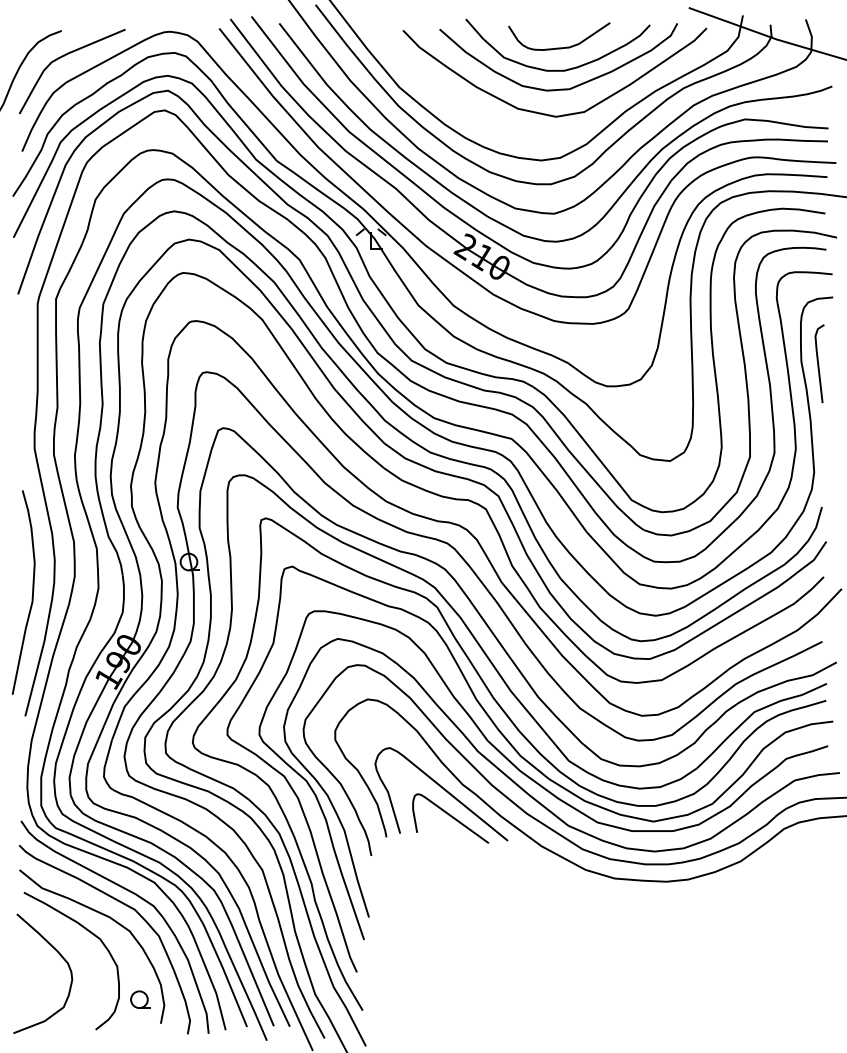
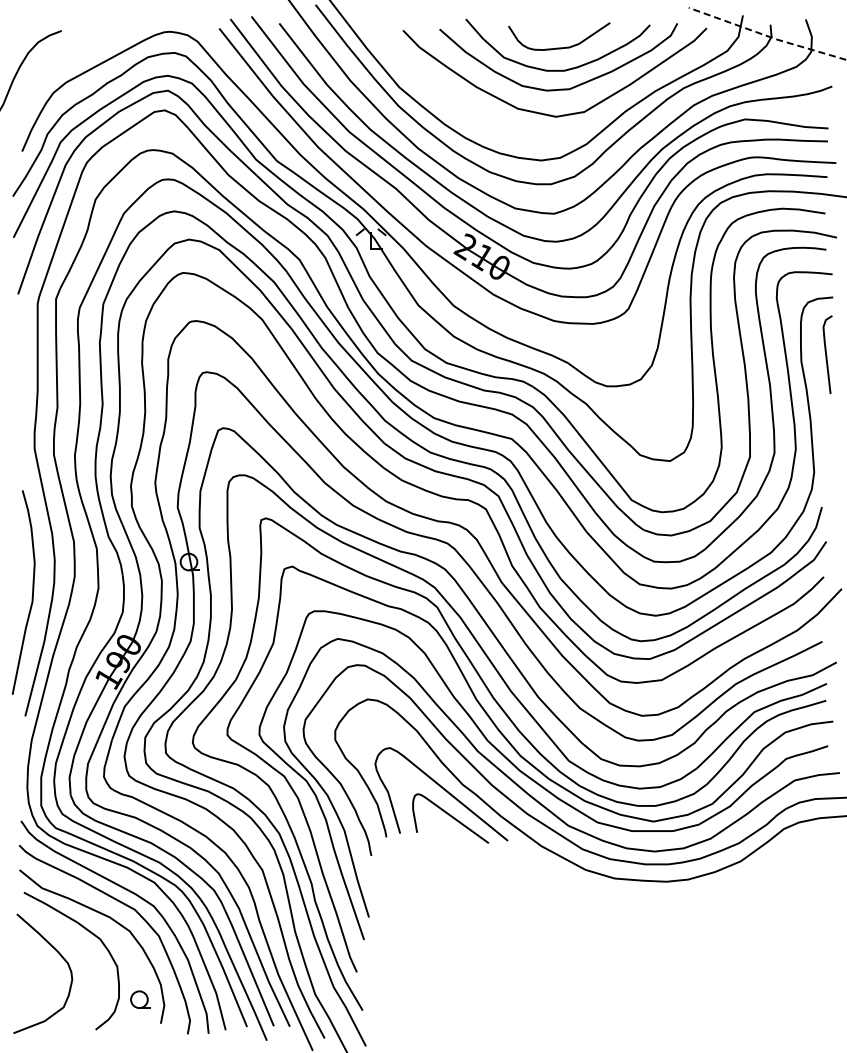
line at (767, 36): solid -> dashed
curve at (64, 56): present -> none
line at (818, 363) position: (818, 363) -> (826, 354)
